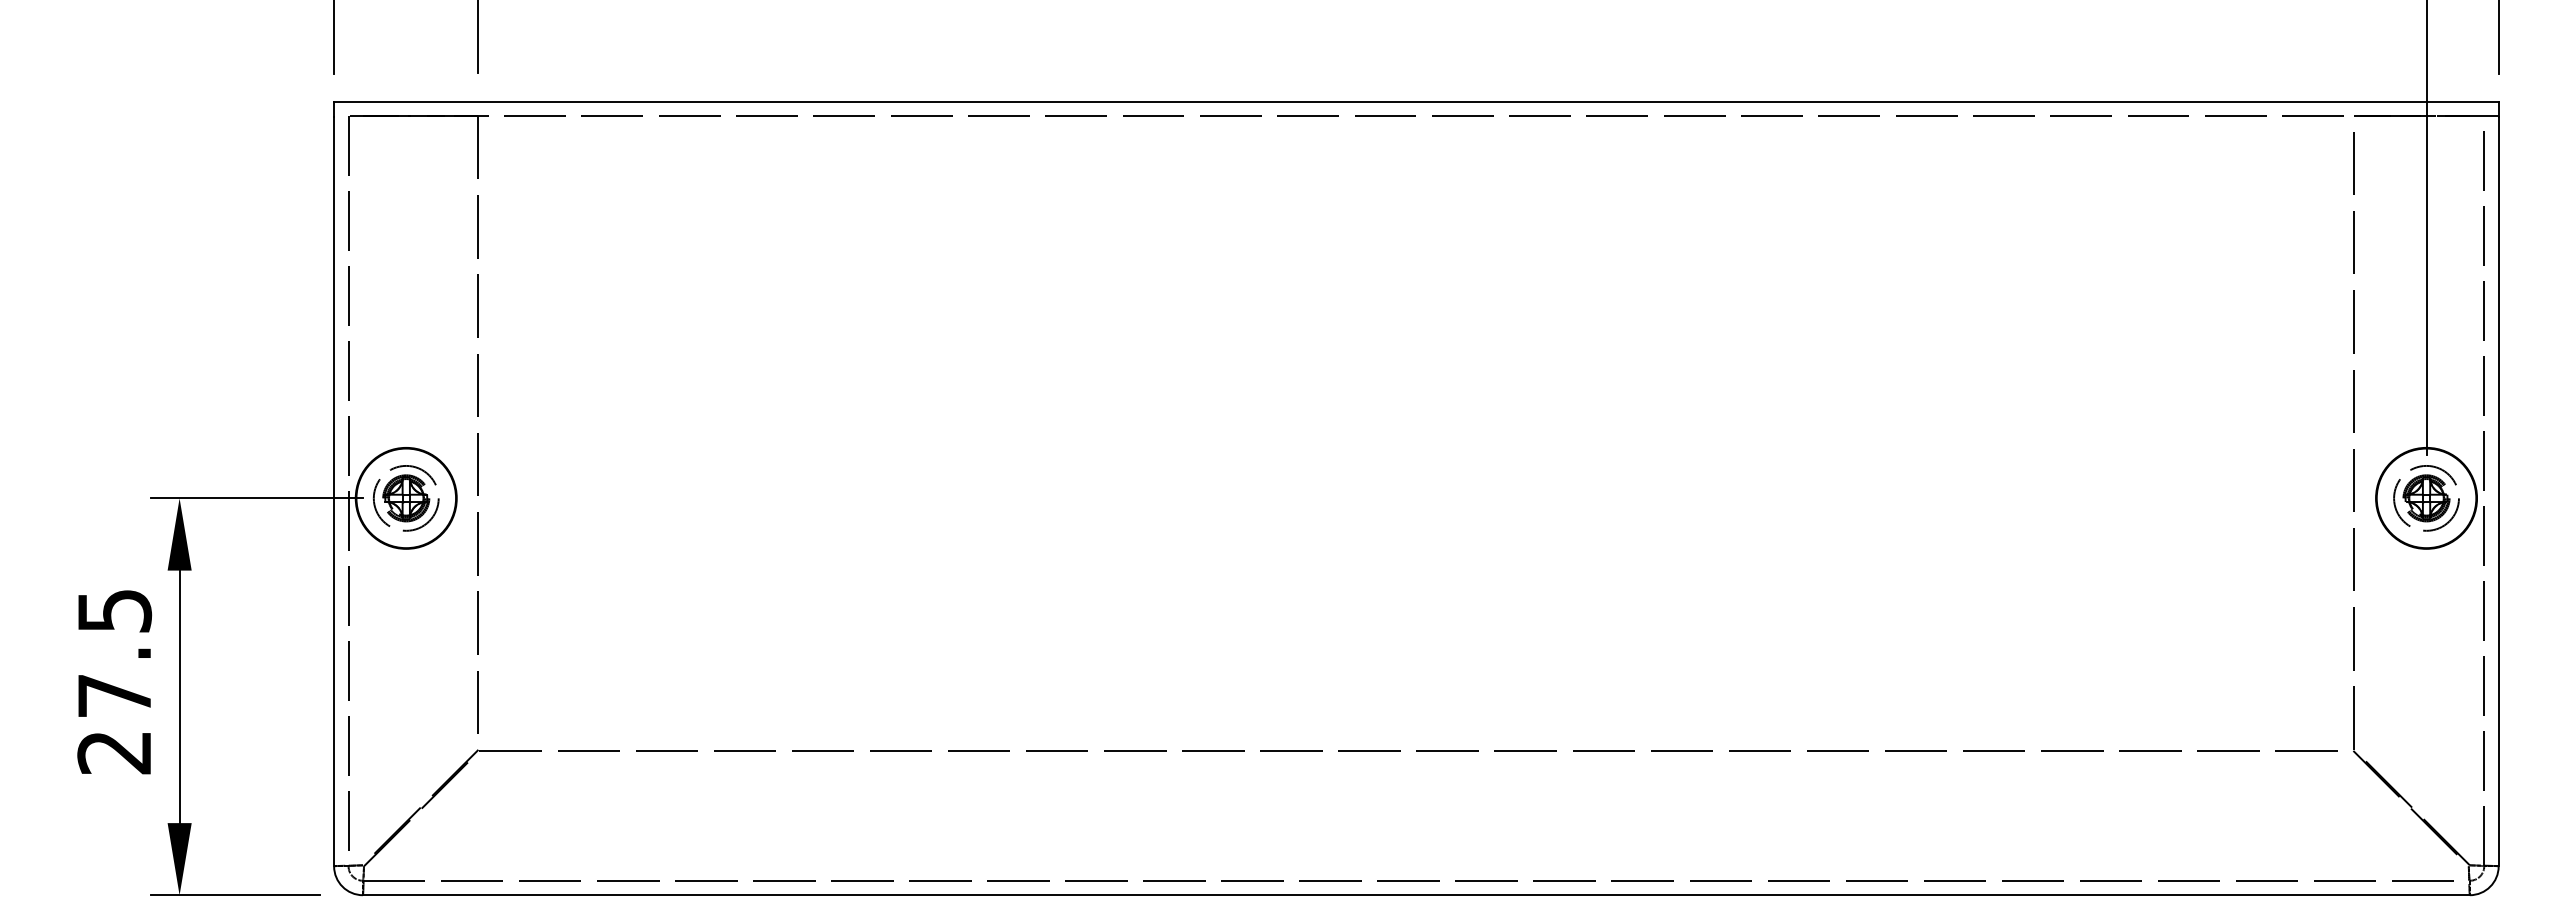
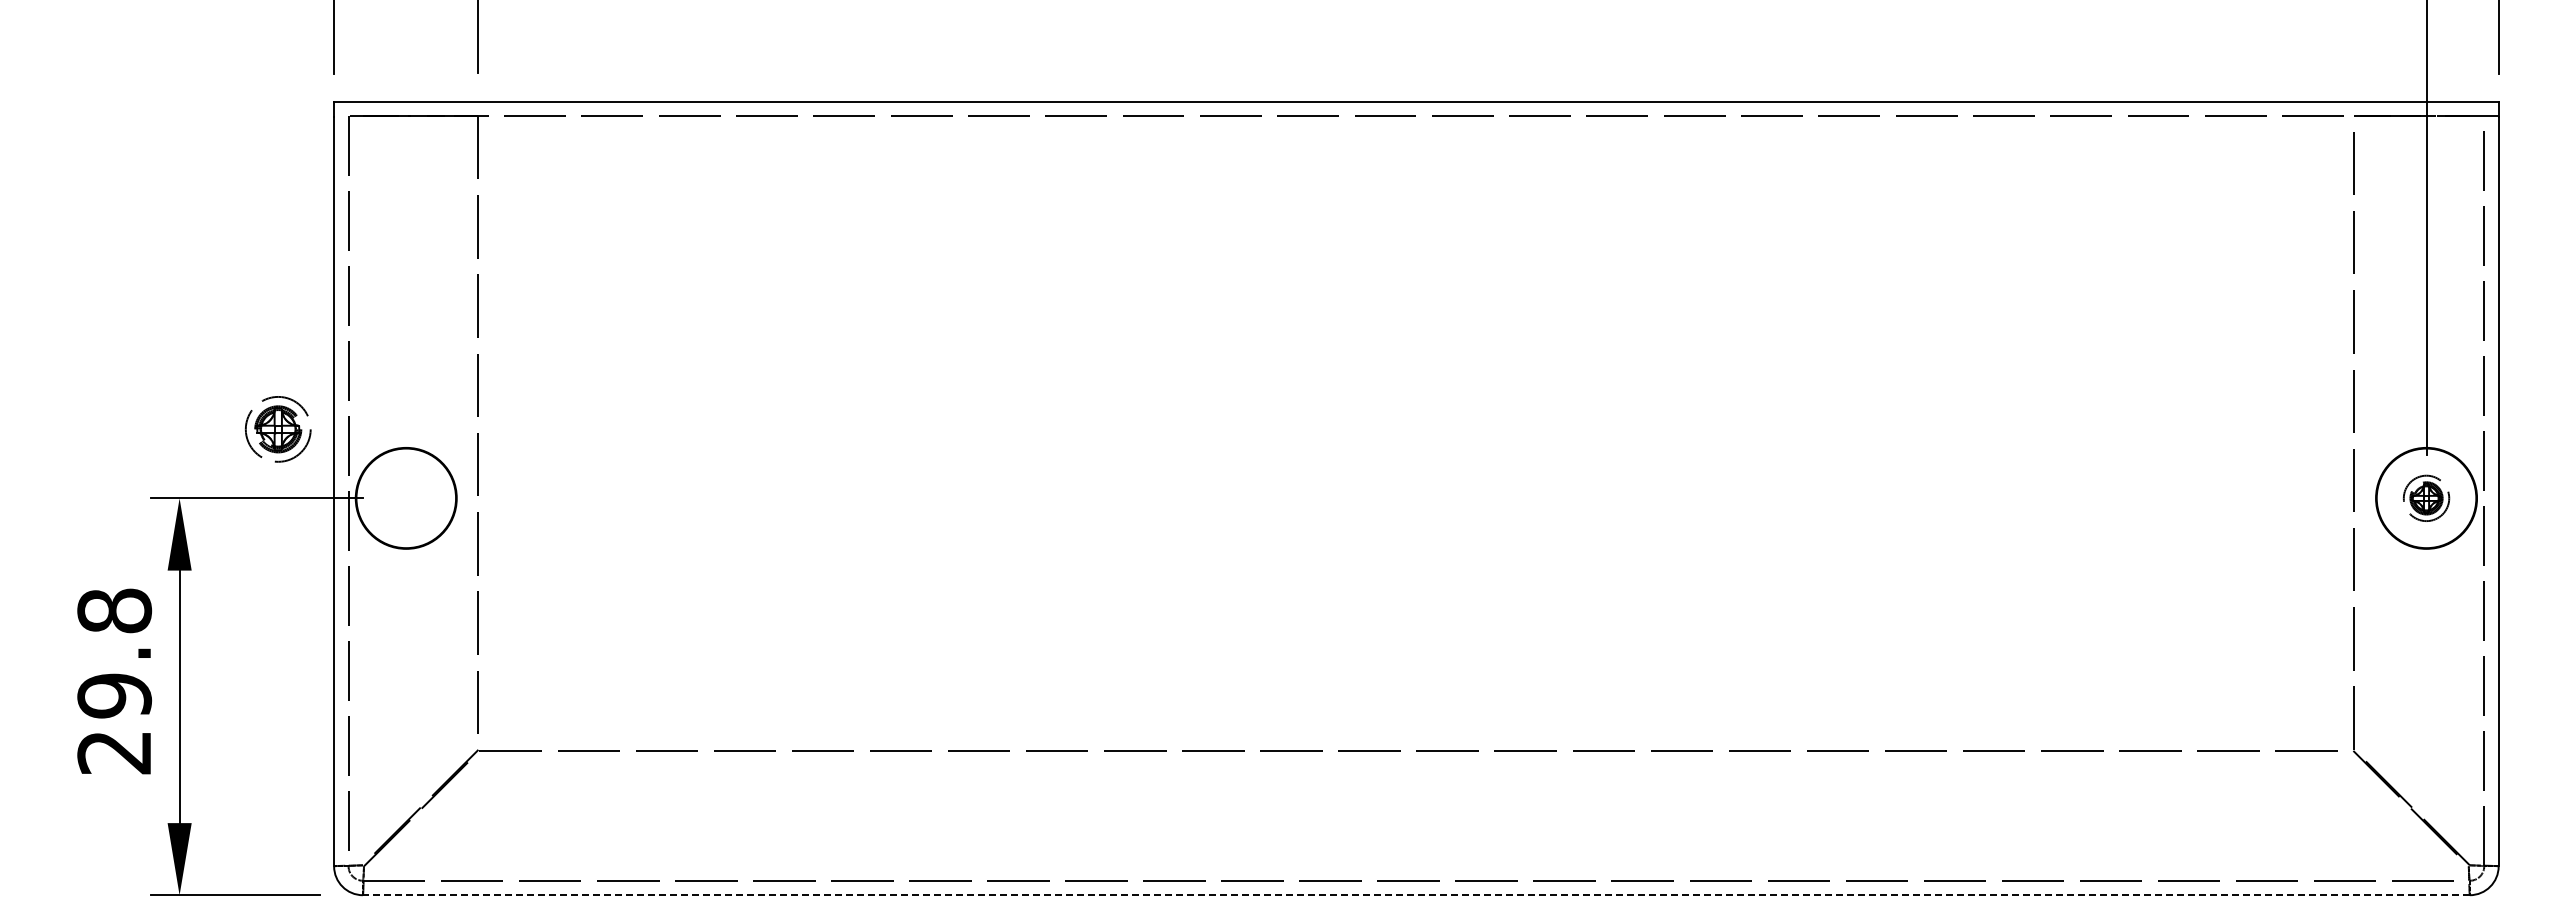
part at (405, 498) position: (405, 498) -> (277, 429)
part at (2426, 498) size: 67x67 px -> 49x48 px
text at (114, 653): 27.5 -> 29.8
line at (1415, 895): solid -> dashed
